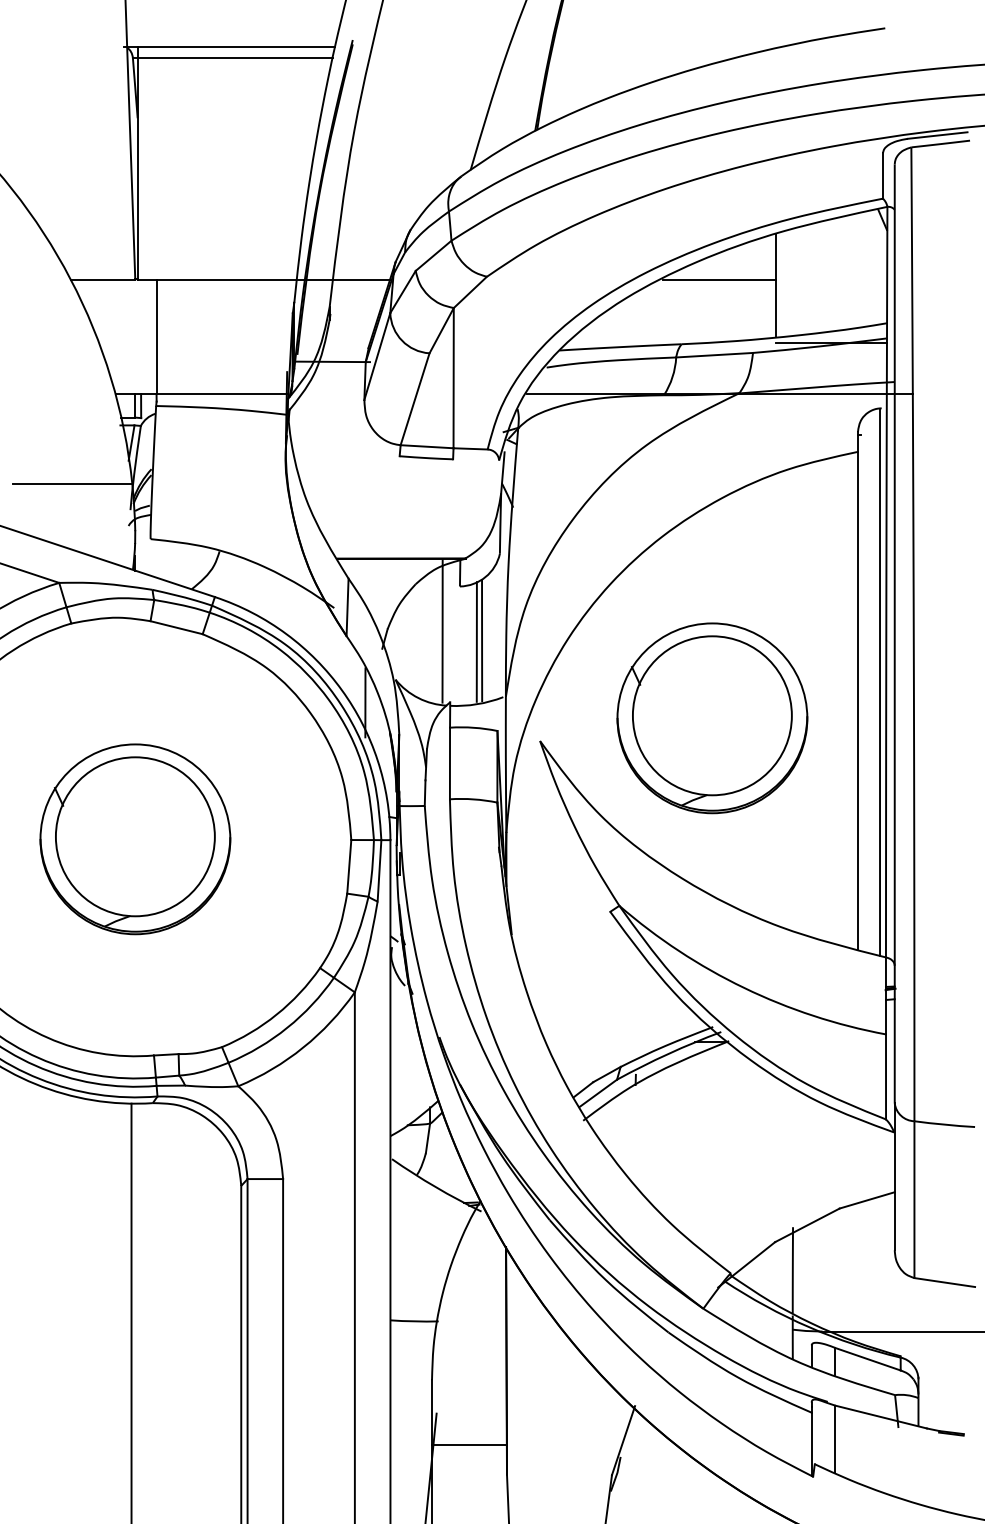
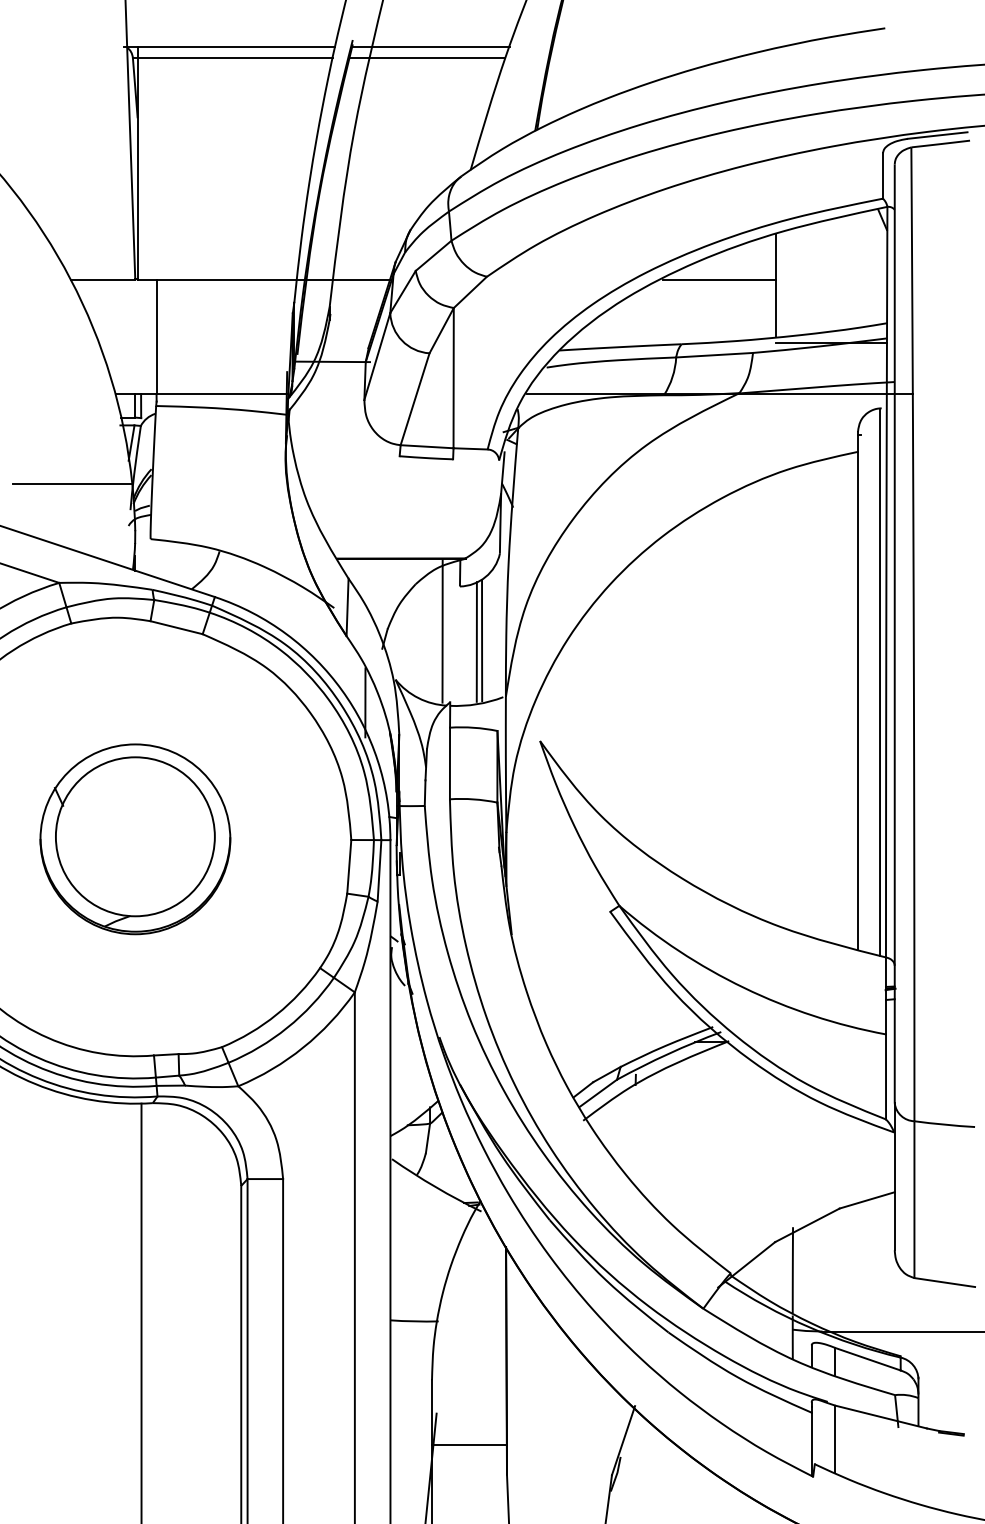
line at (431, 47): none -> present
line at (427, 58): none -> present
part at (712, 718): present -> none
line at (131, 1311) position: (131, 1311) -> (141, 1311)
